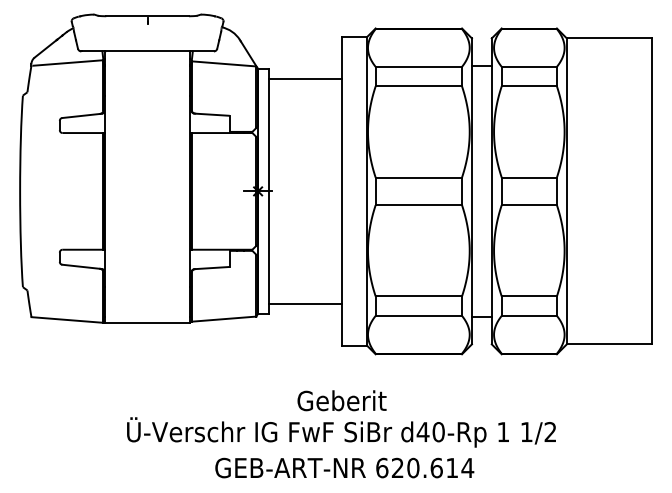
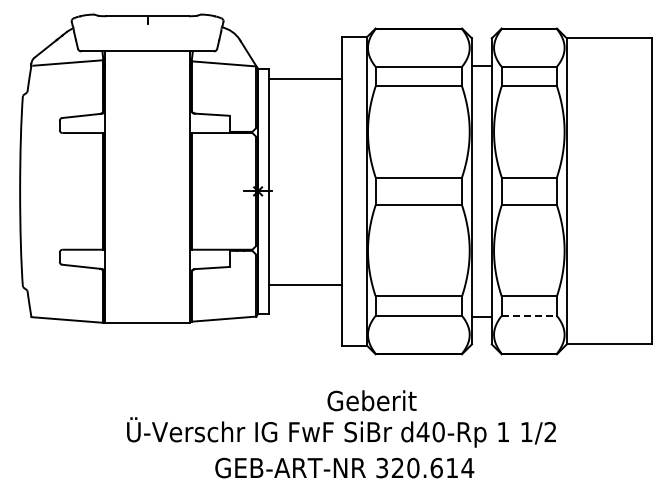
line at (305, 303) position: (305, 303) -> (305, 284)
line at (529, 315): solid -> dashed
text at (341, 400) position: (341, 400) -> (371, 400)
text at (382, 467): 620.614 -> 320.614
